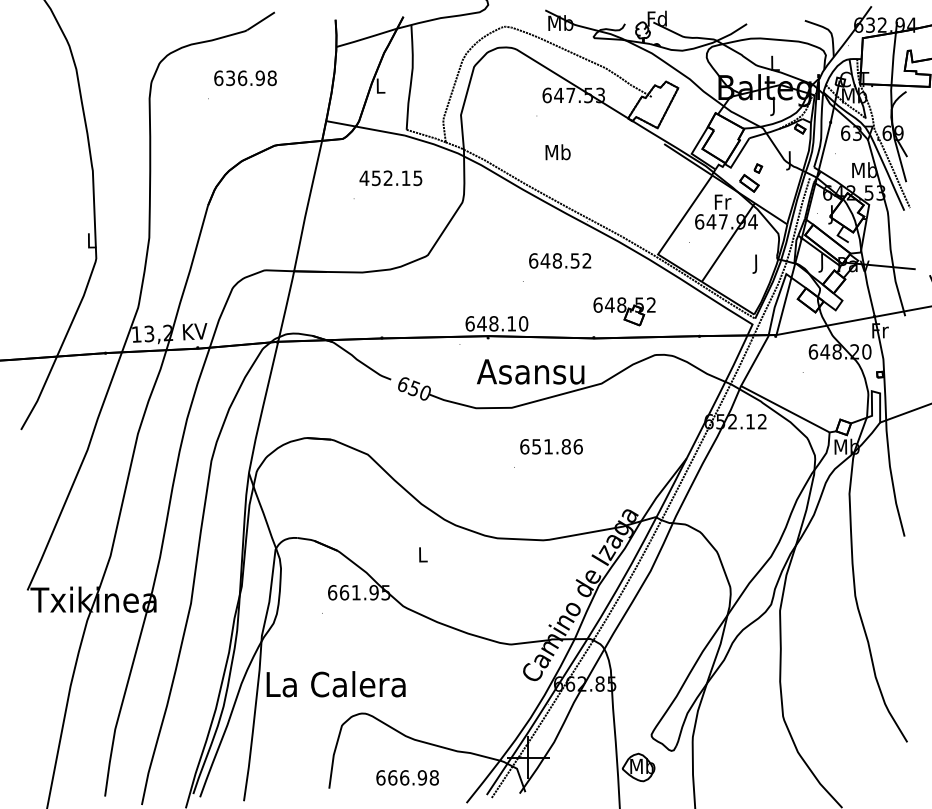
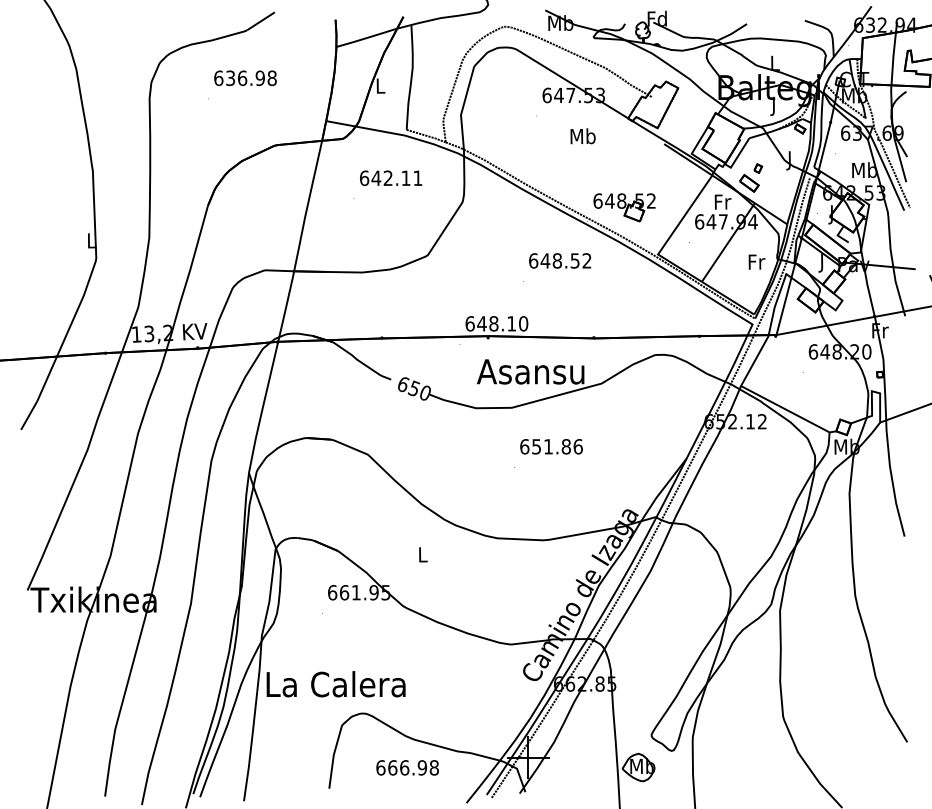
text at (557, 152) position: (557, 152) -> (582, 136)
text at (390, 178): 452.15 -> 642.11
text at (756, 263): J -> Fr
part at (624, 311) position: (624, 311) -> (624, 207)
text at (407, 777) position: (407, 777) -> (407, 767)
